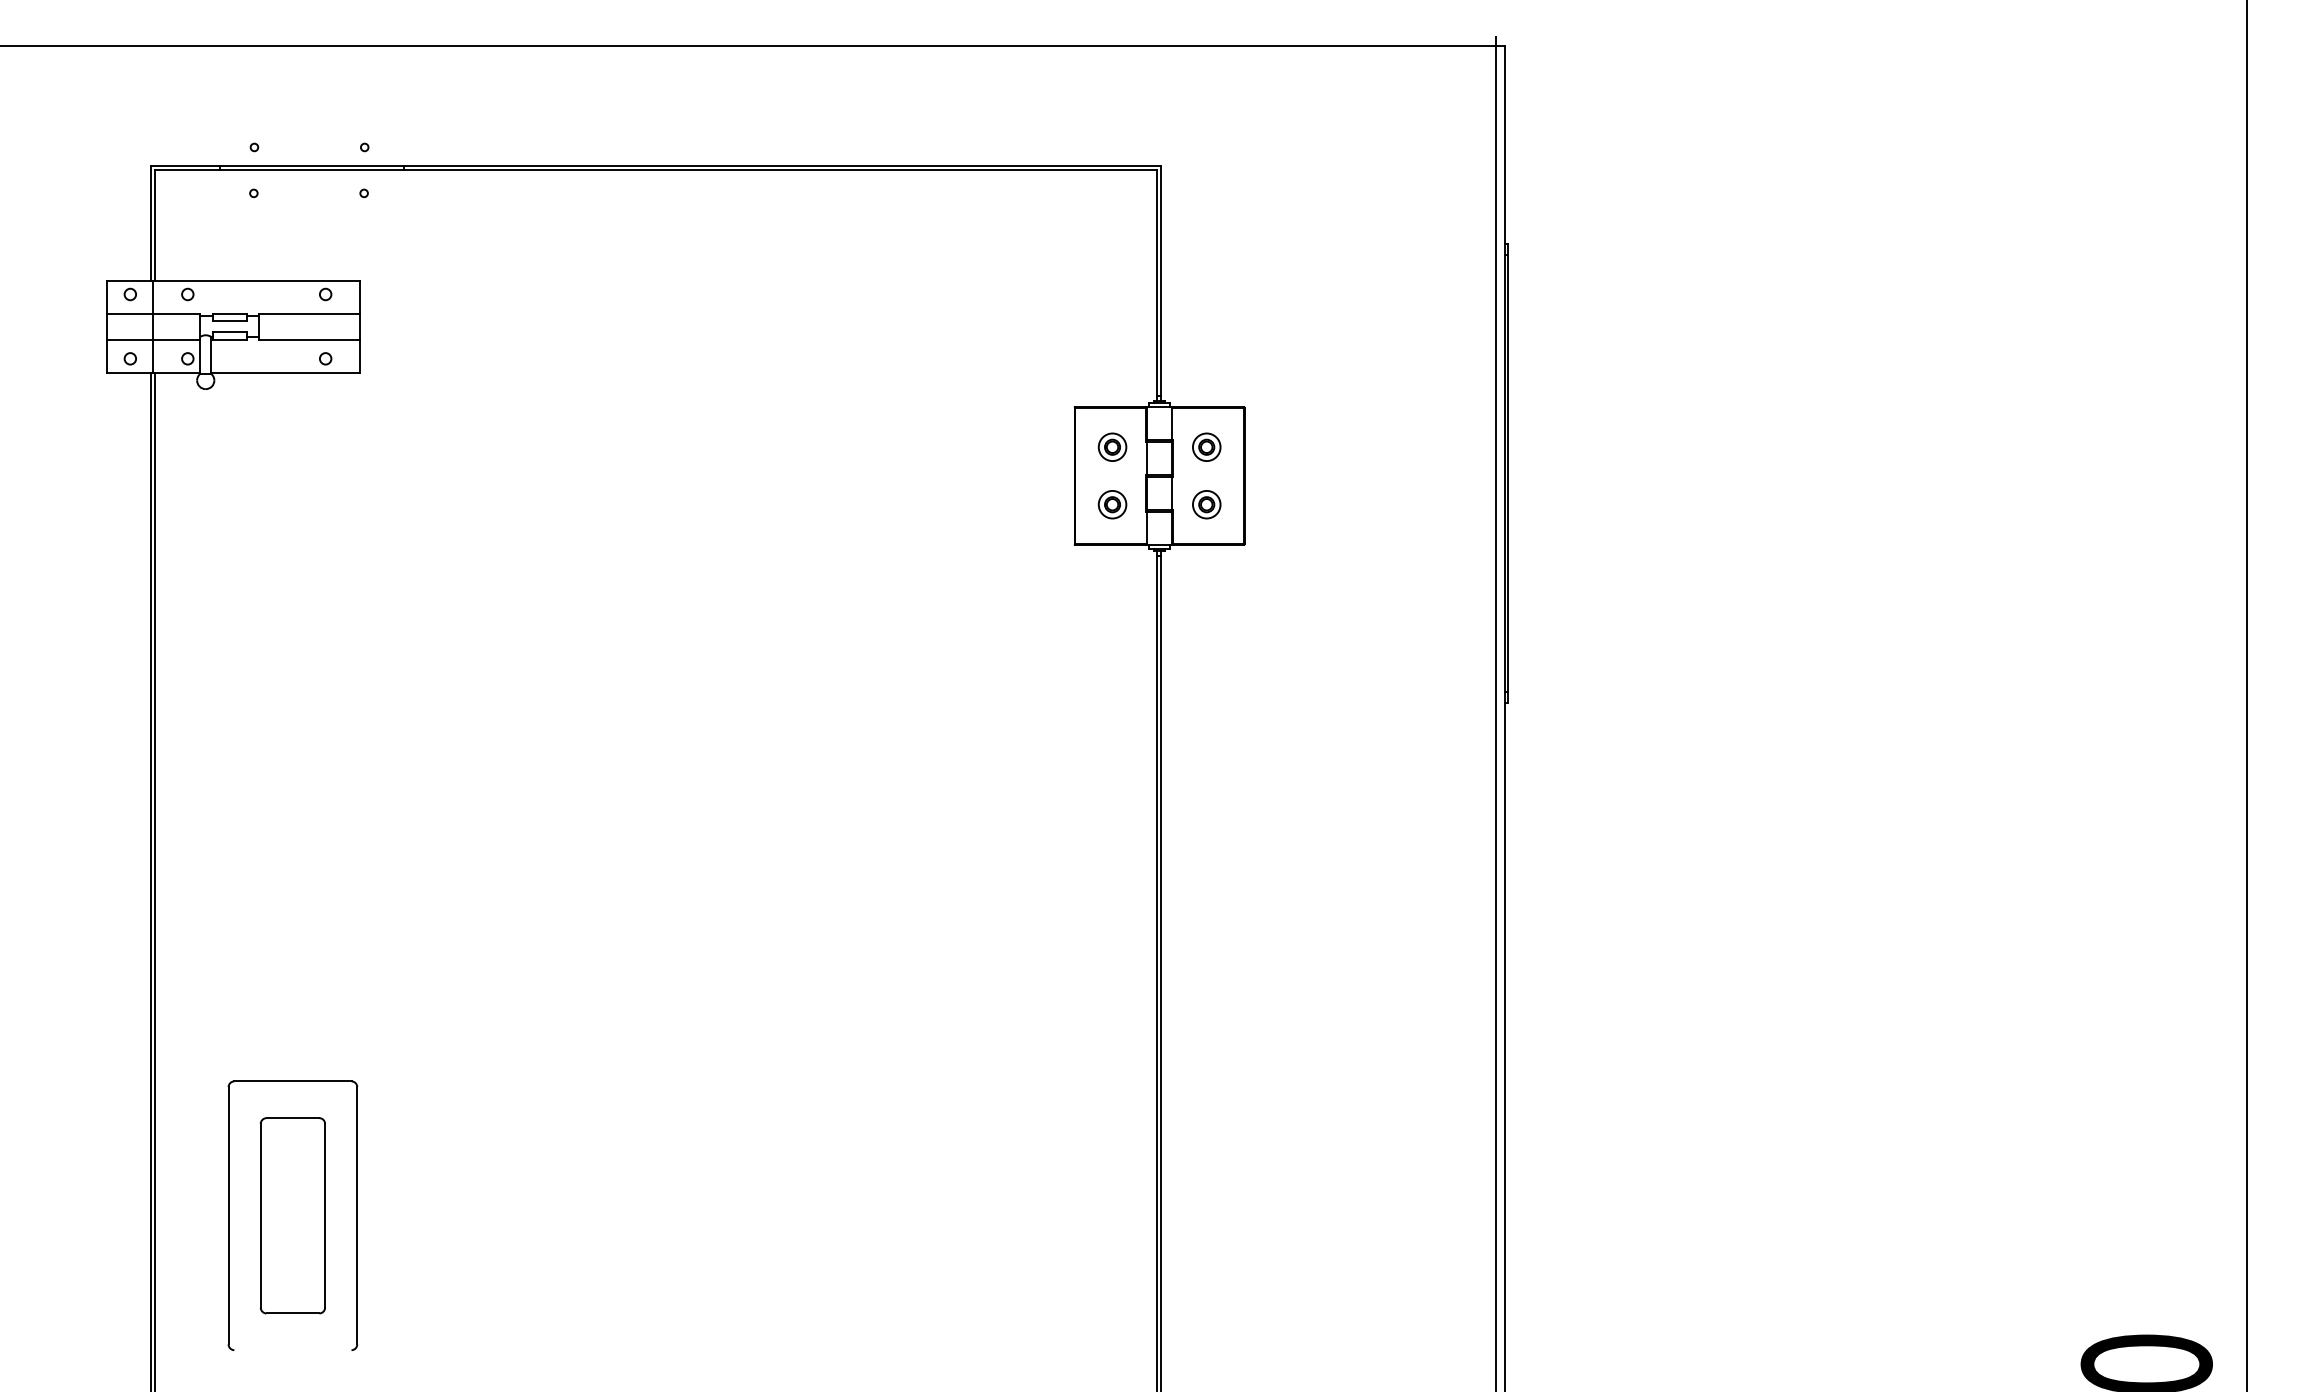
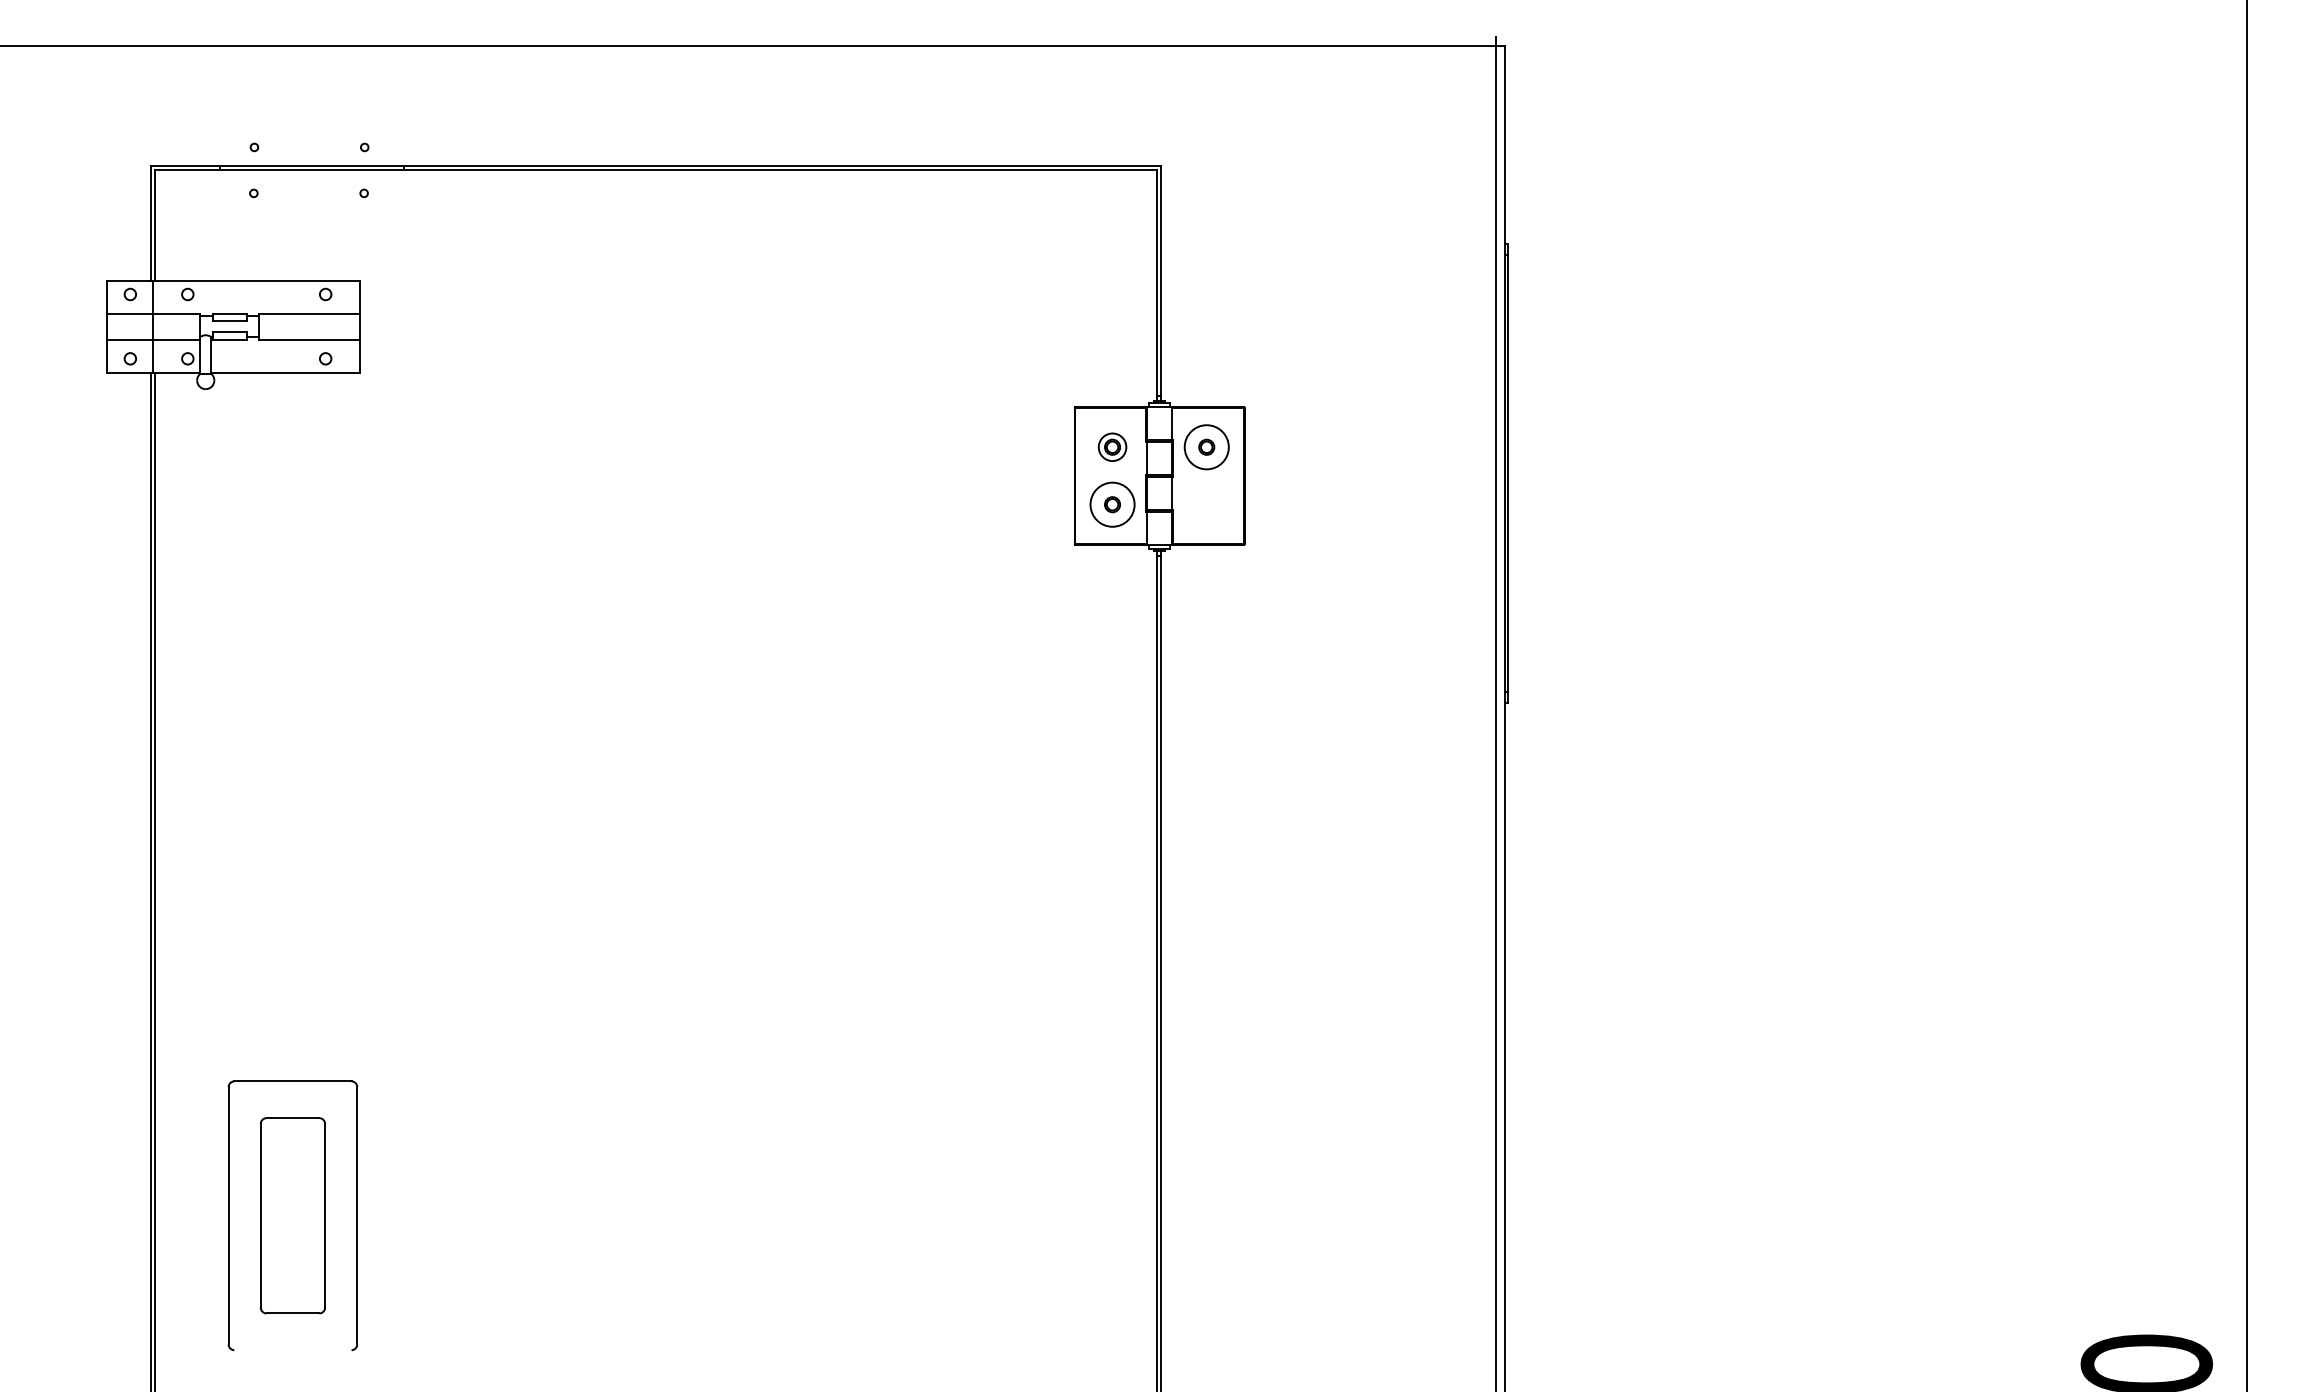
circle at (1206, 447) diameter: 28 px -> 44 px
circle at (1112, 504) diameter: 28 px -> 44 px
part at (1206, 504): present -> none
